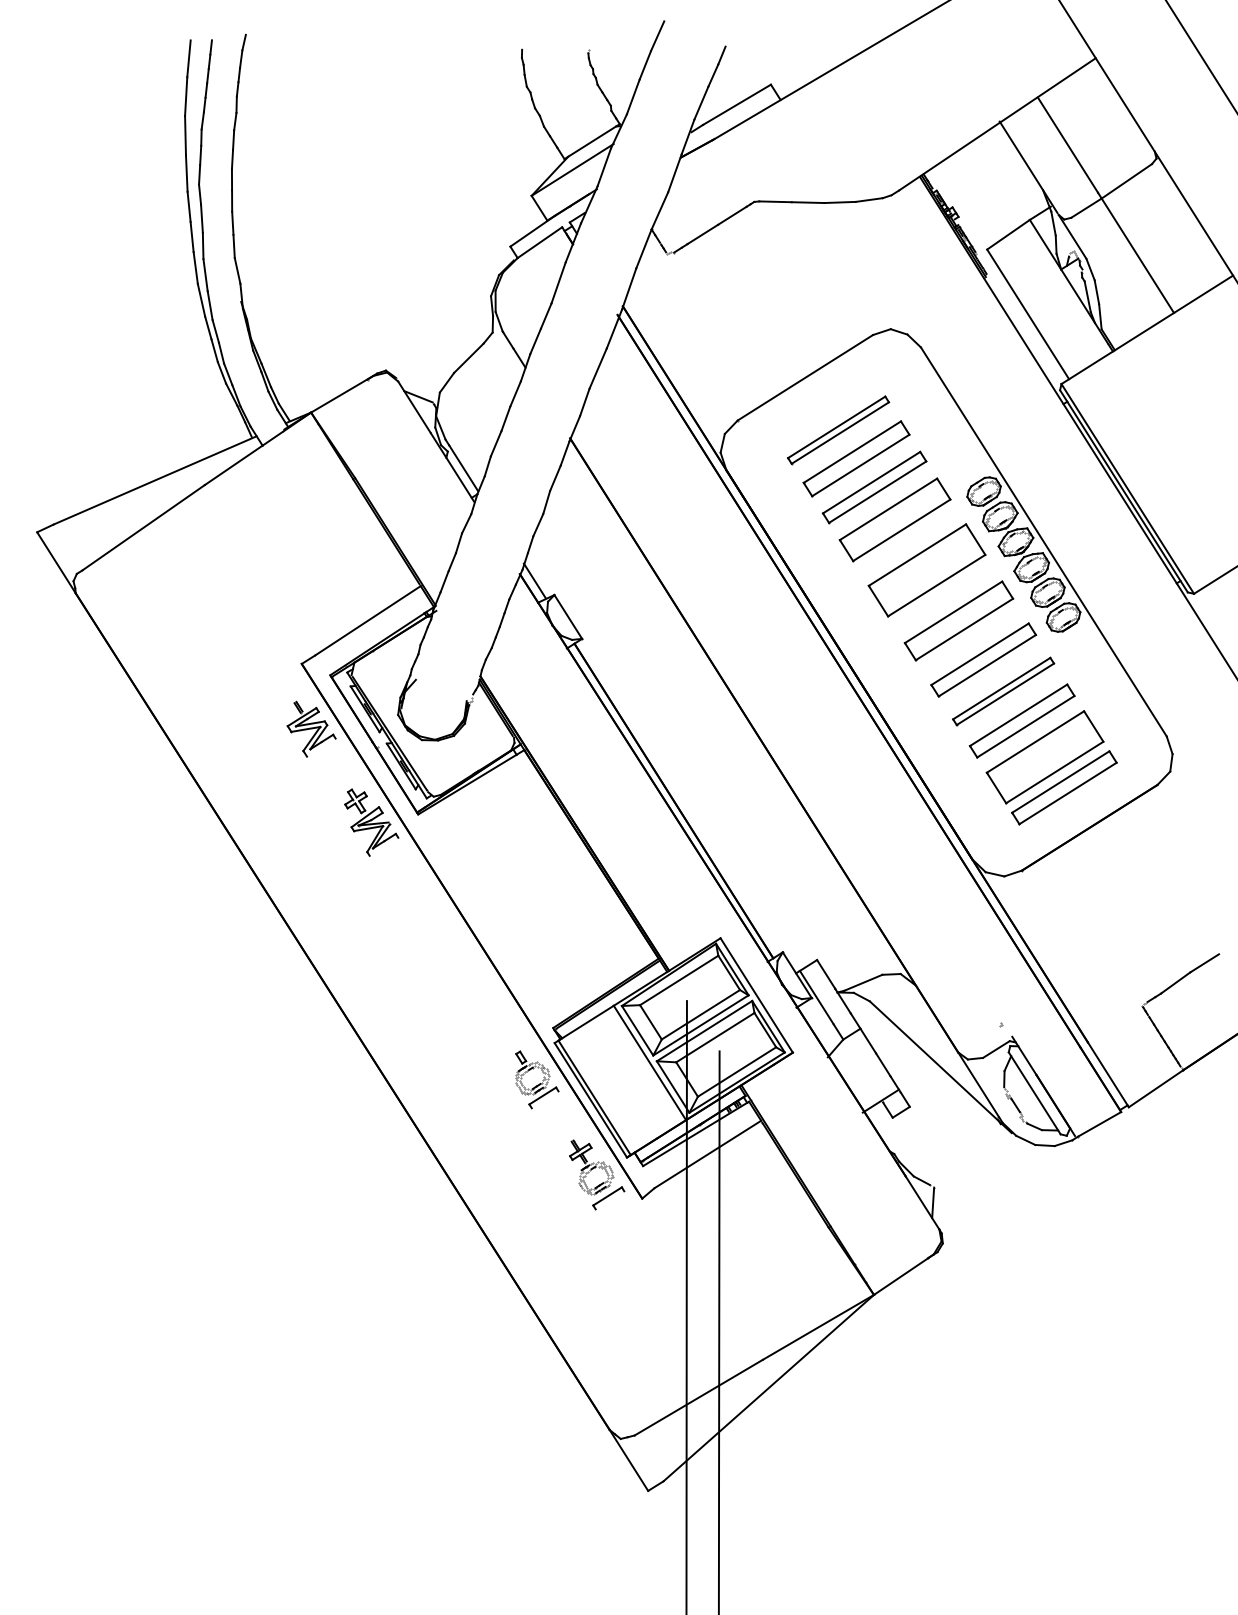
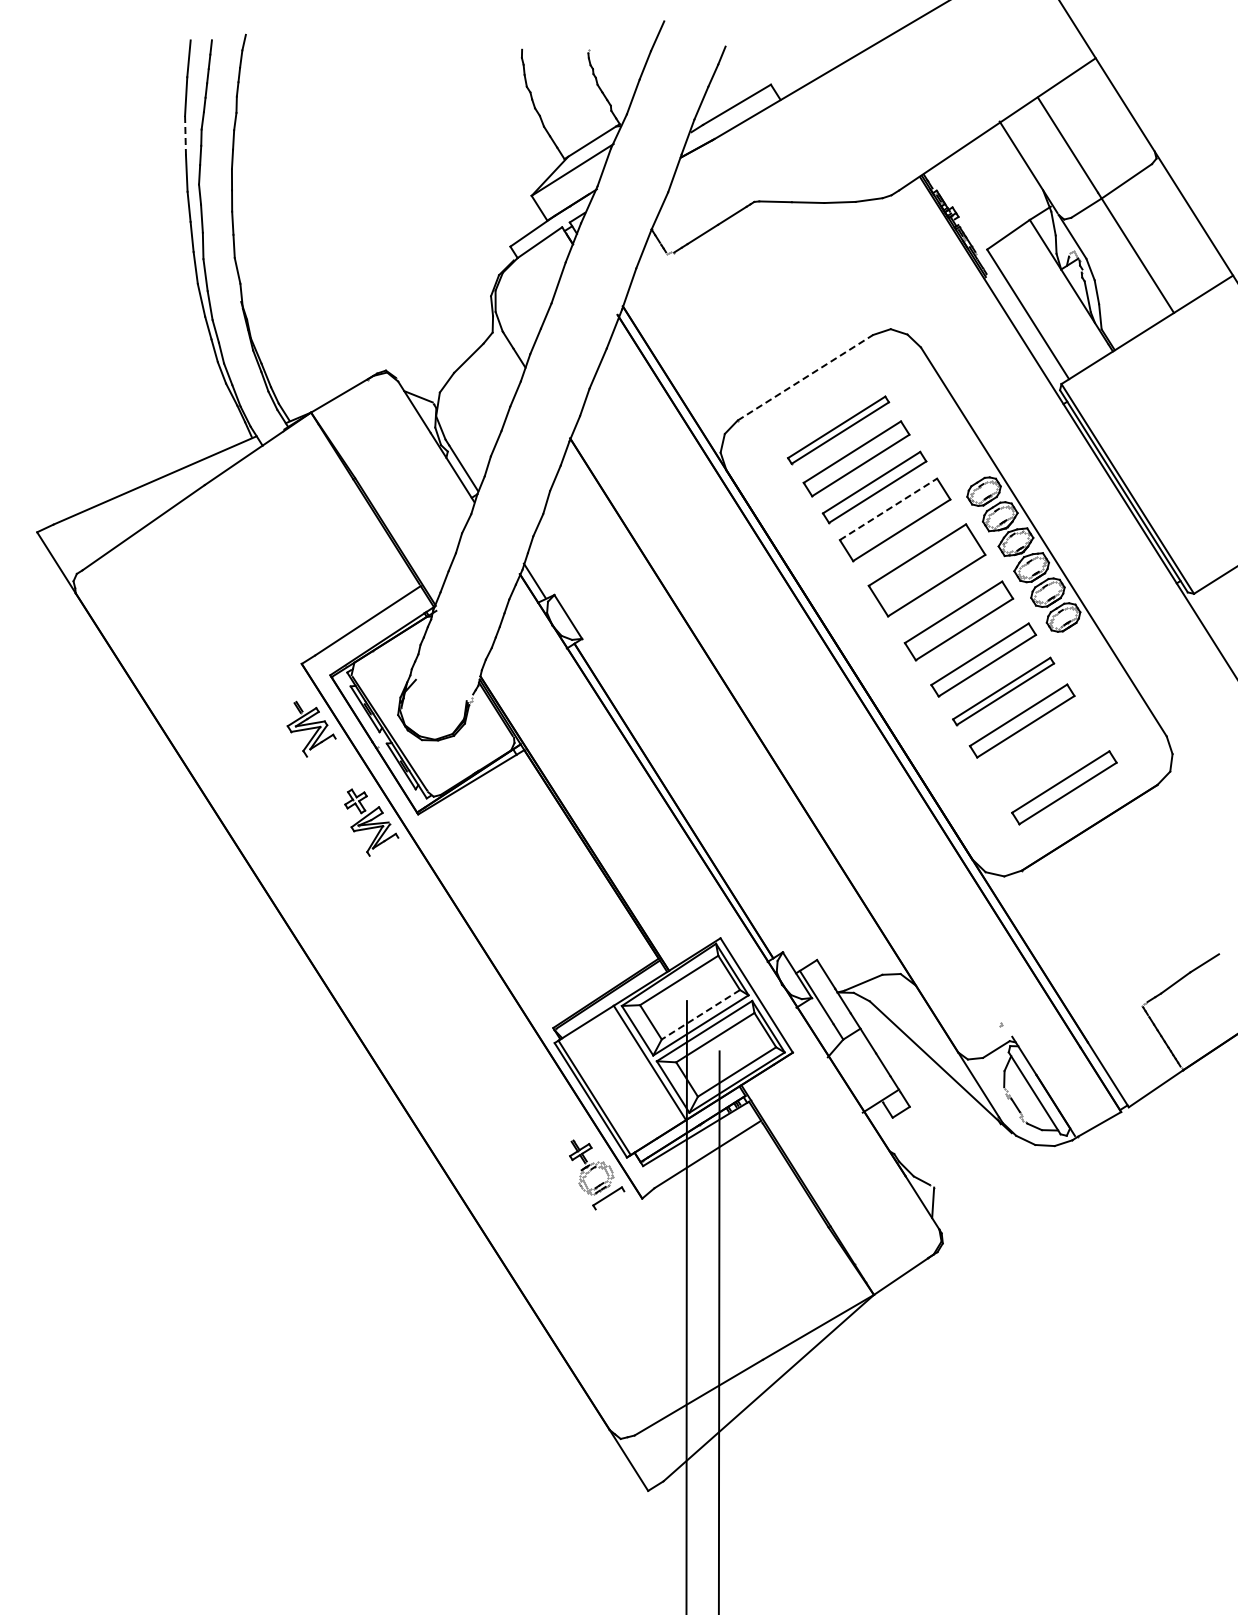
line at (1200, 55): present -> none
line at (185, 135): solid -> dashed
line at (805, 377): solid -> dashed
line at (888, 509): solid -> dashed
part at (1044, 757): present -> none
line at (700, 1015): solid -> dashed
part at (537, 1079): present -> none
